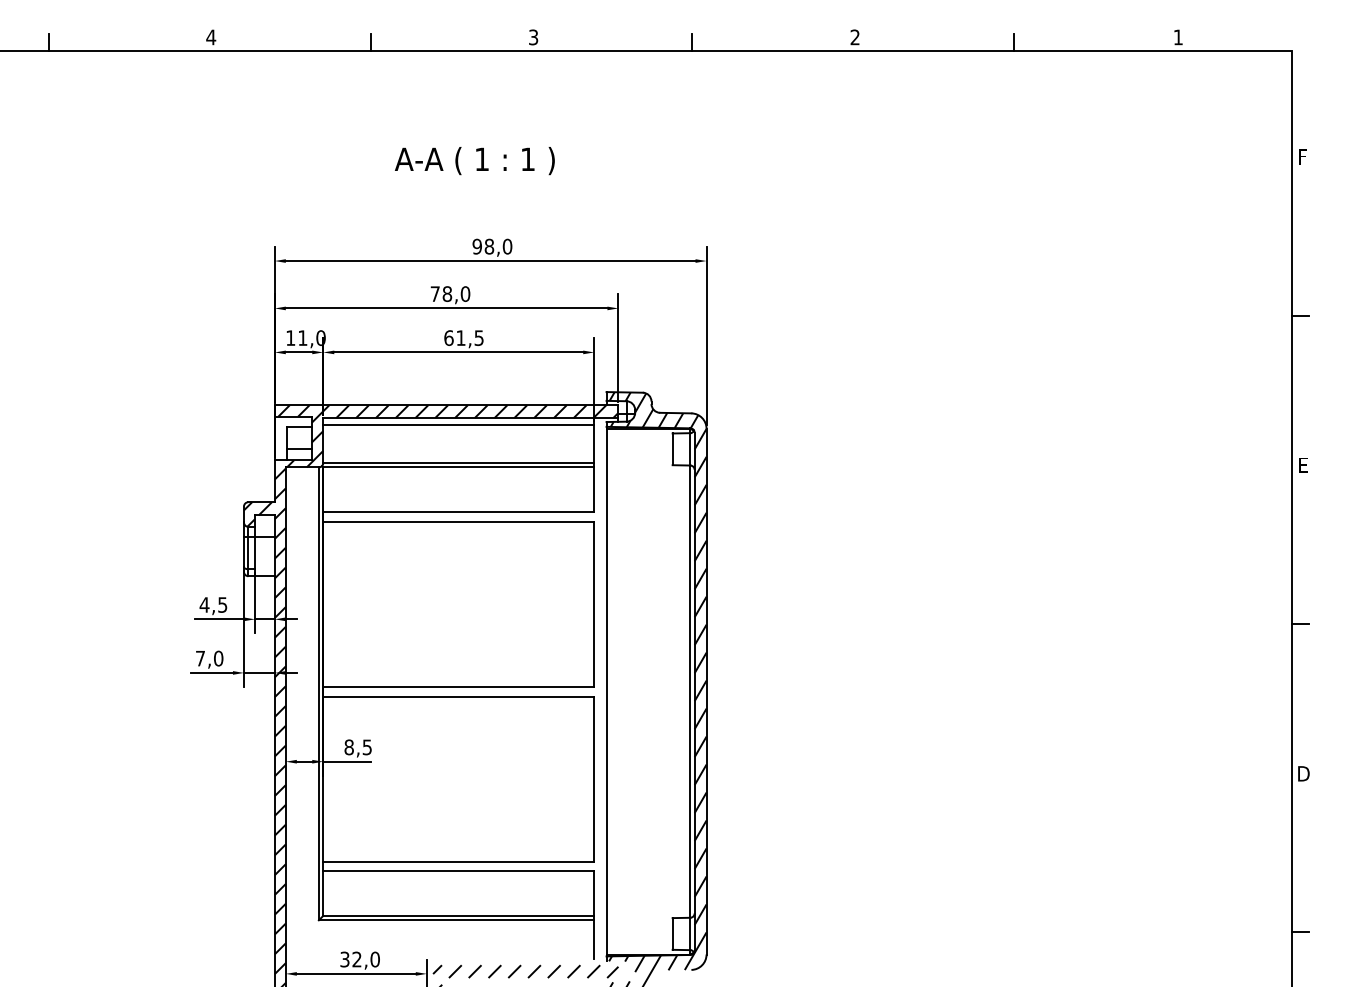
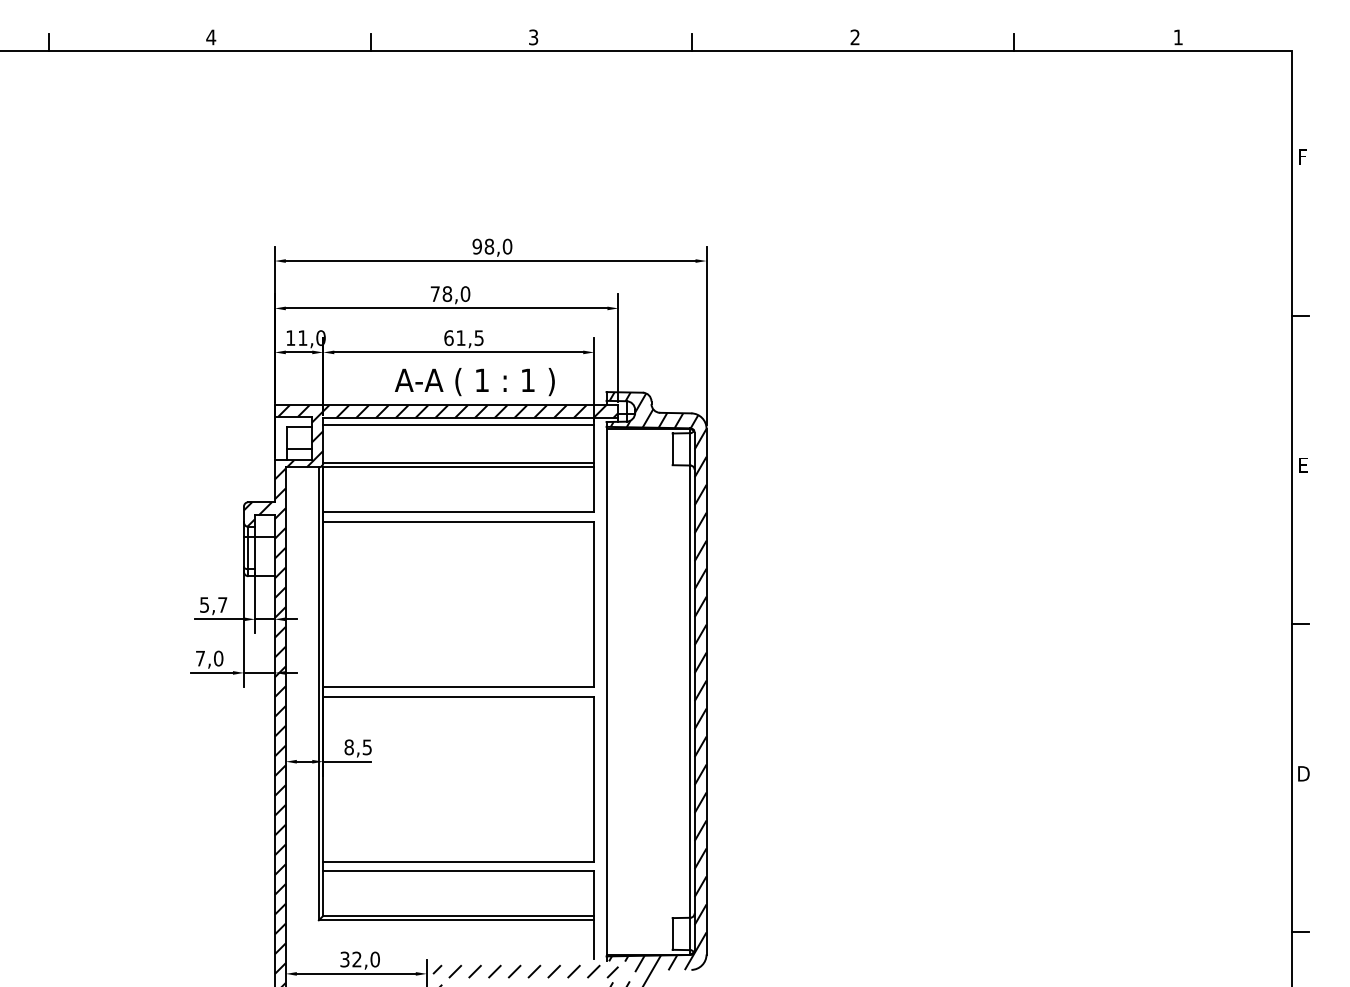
text at (474, 161) position: (474, 161) -> (474, 382)
text at (213, 604): 4,5 -> 5,7
